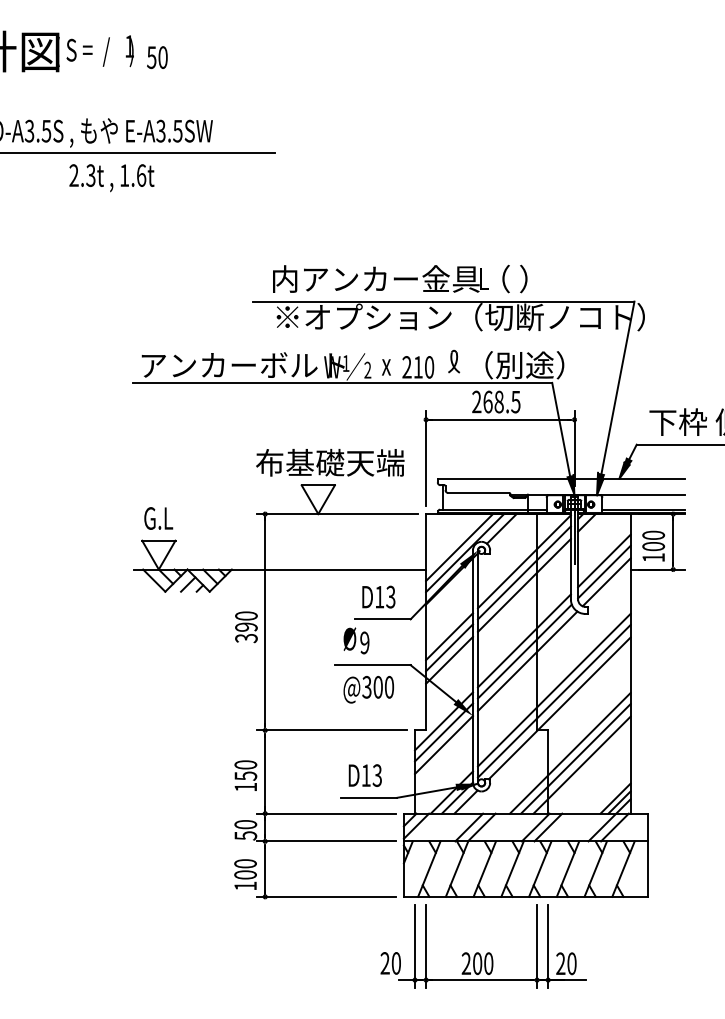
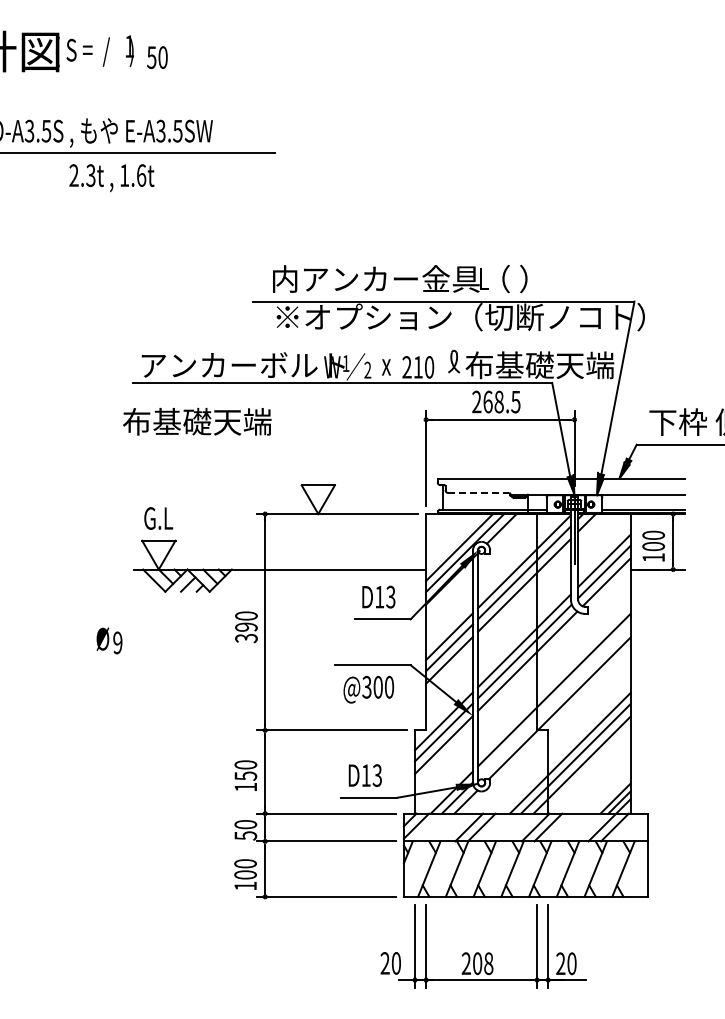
text at (539, 365): （別途） -> 布基礎天端
text at (330, 462) position: (330, 462) -> (197, 421)
line at (478, 492): solid -> dashed
text at (356, 640) position: (356, 640) -> (109, 640)
line at (553, 700): present -> none
text at (488, 963): 200 -> 208
